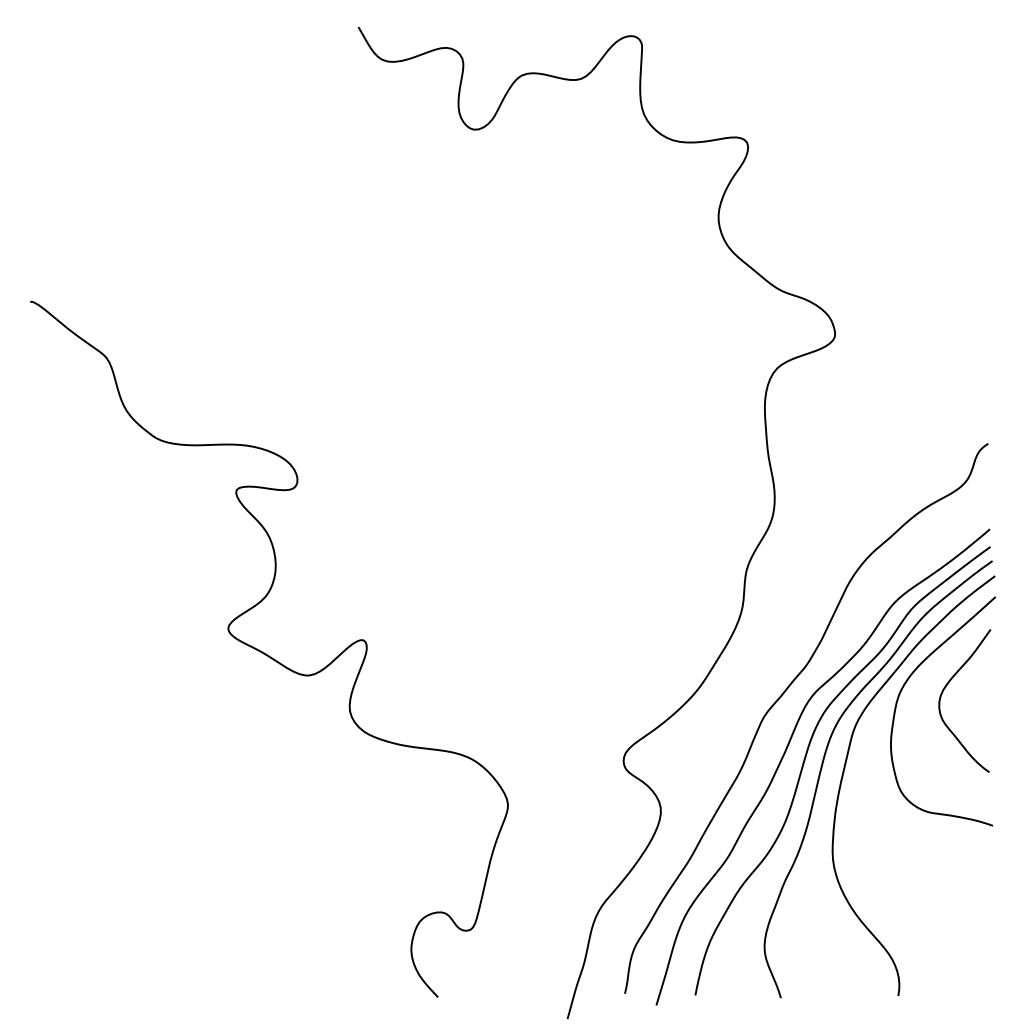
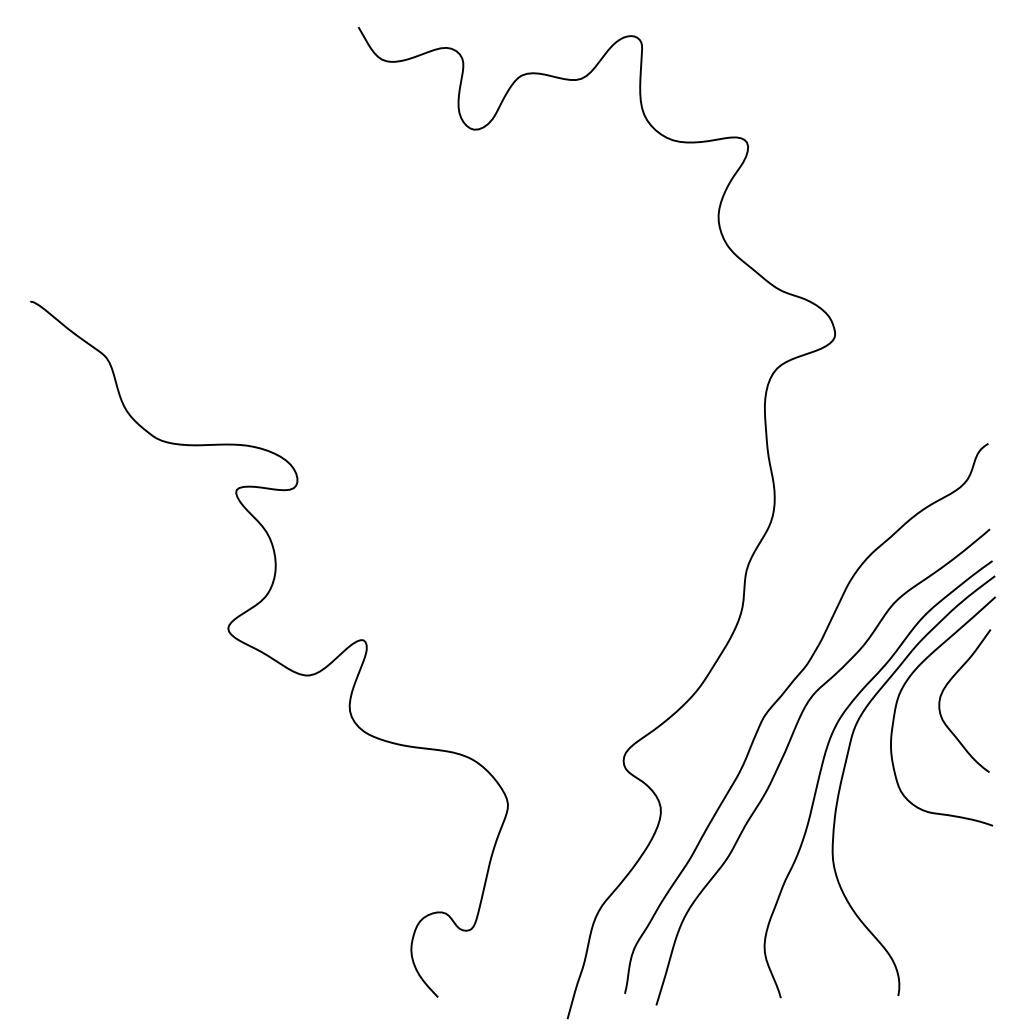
curve at (806, 757): present -> none
